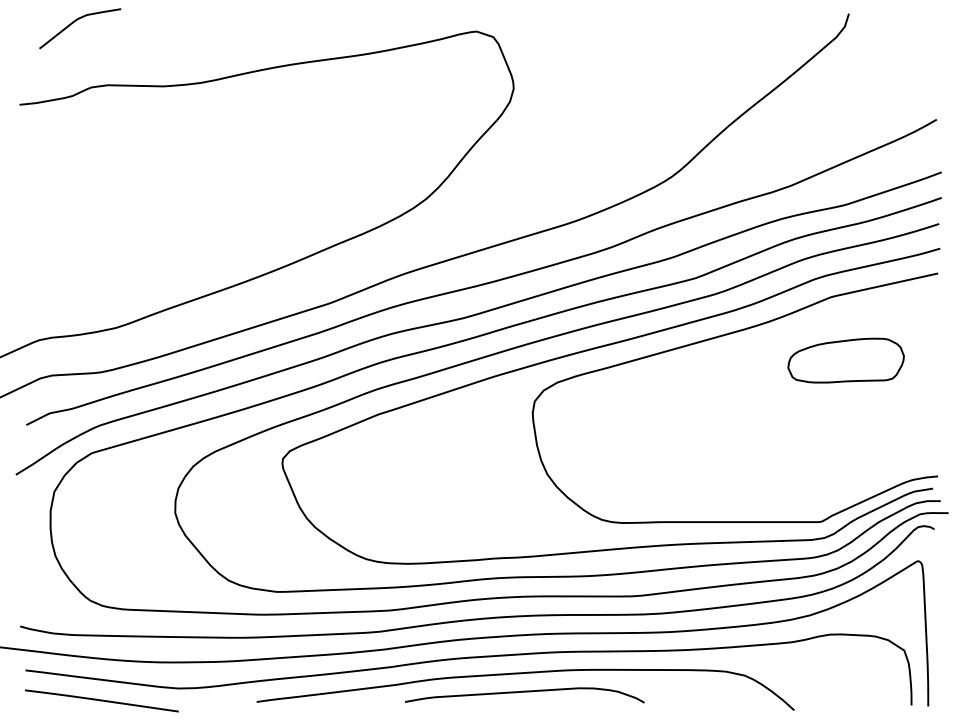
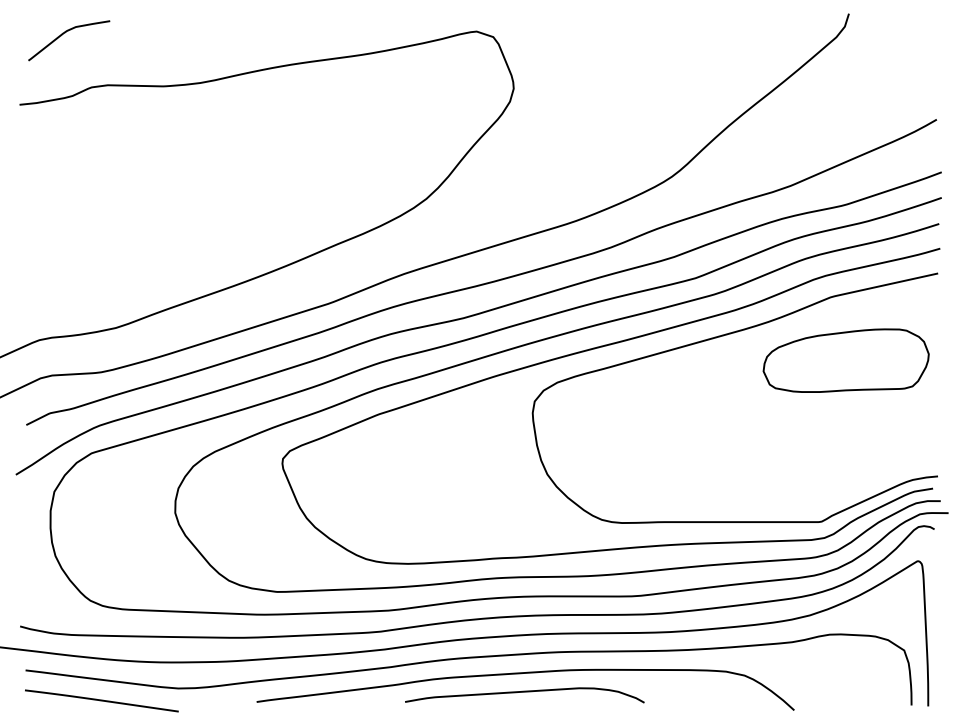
curve at (76, 21) position: (76, 21) -> (65, 33)
part at (845, 360) size: 118x47 px -> 168x65 px
